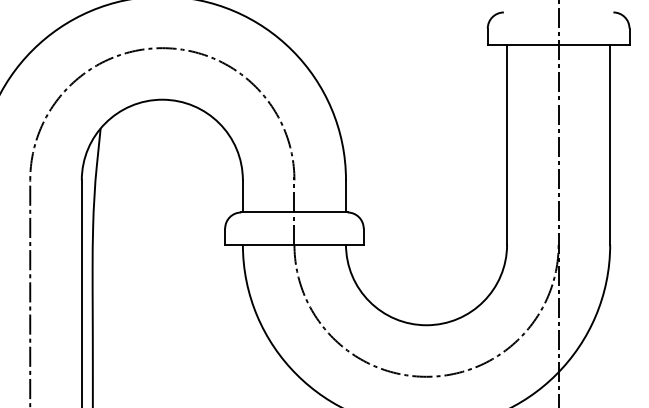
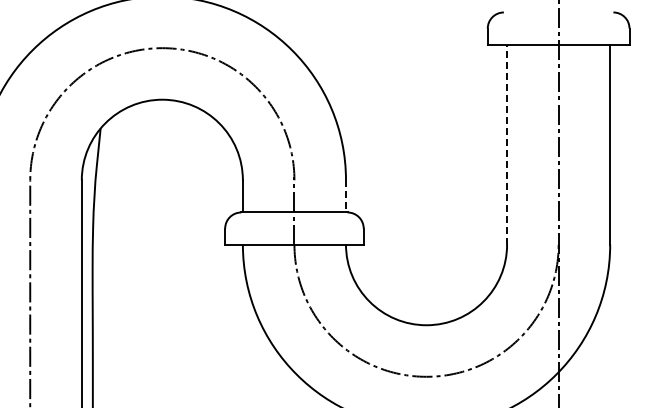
line at (507, 144): solid -> dashed
line at (346, 196): solid -> dashed
